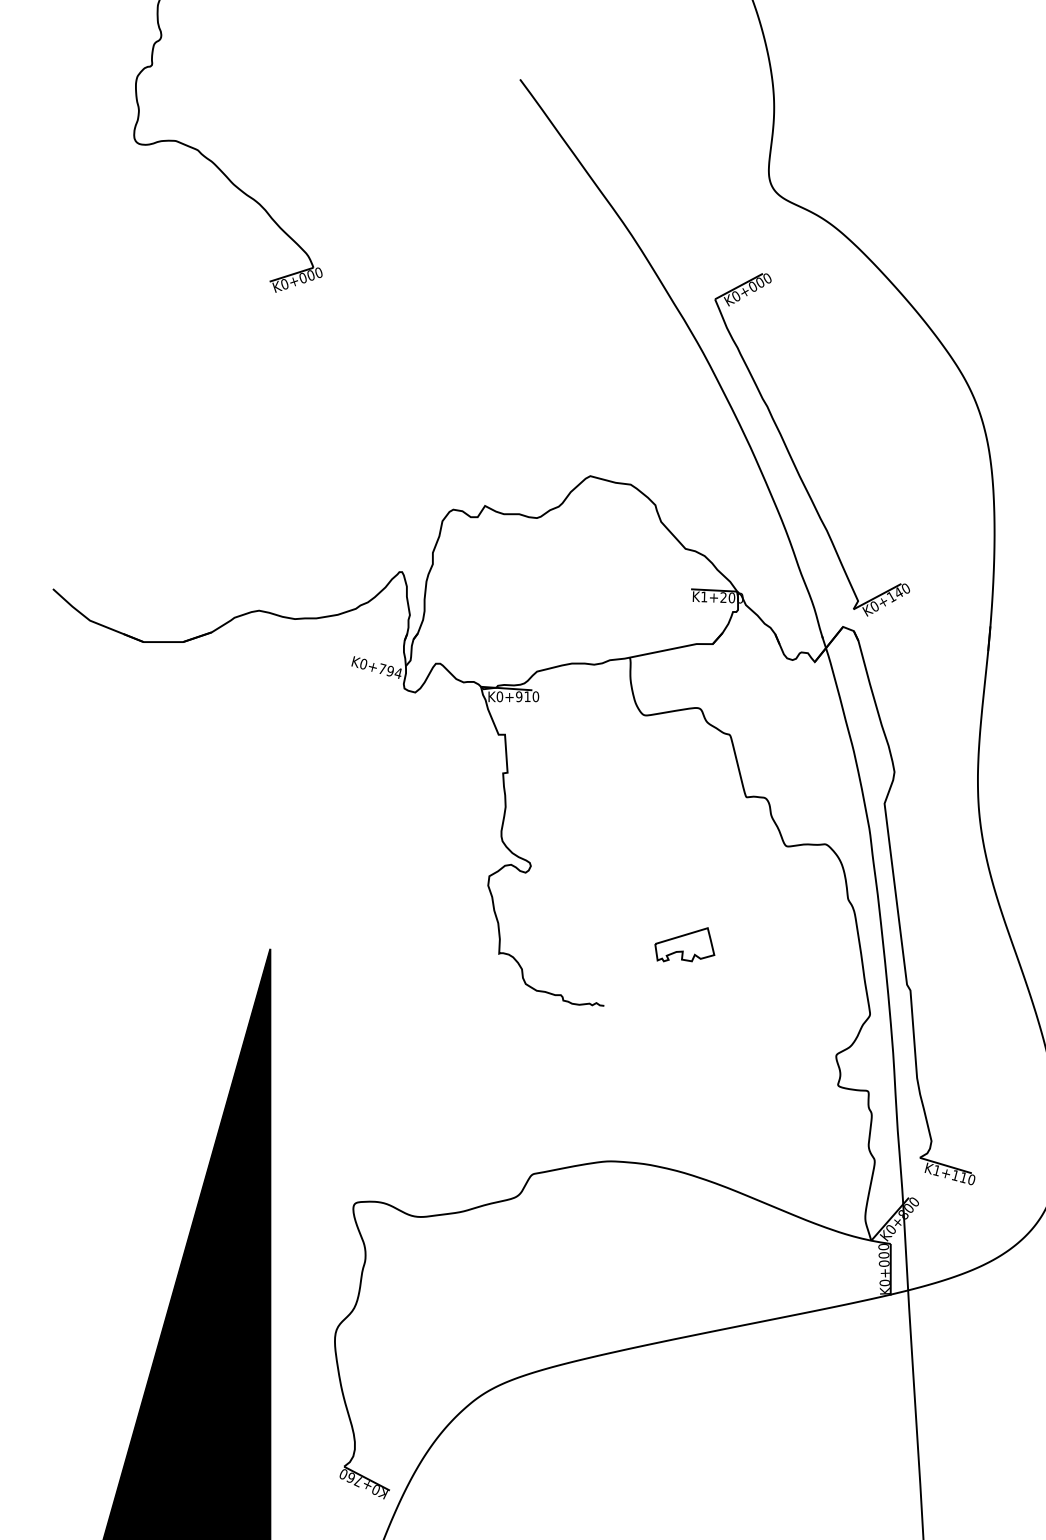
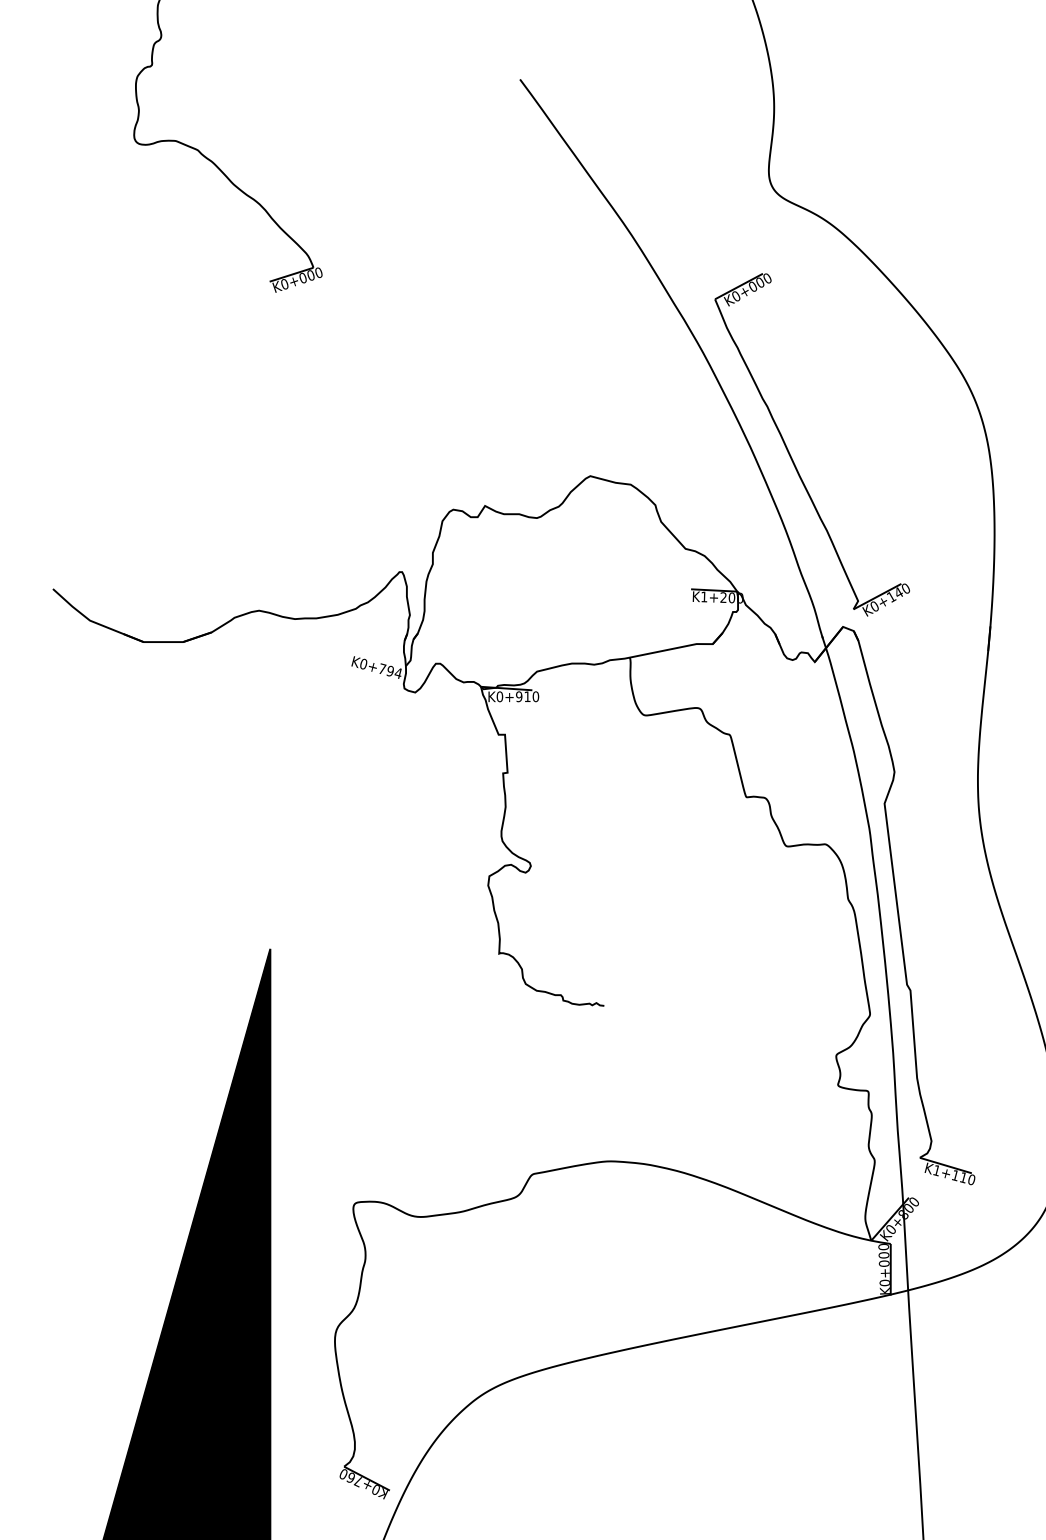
part at (684, 944): present -> none
